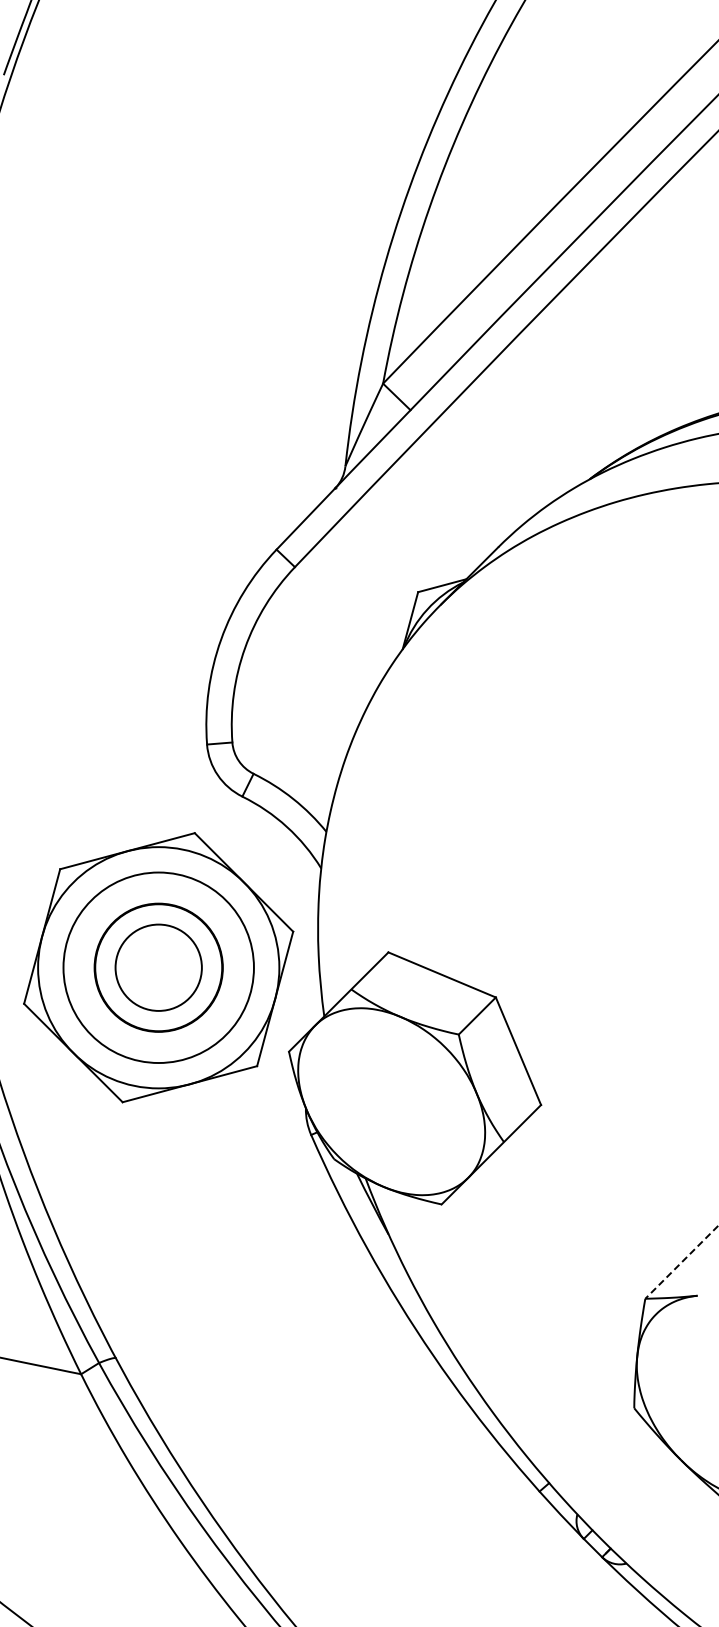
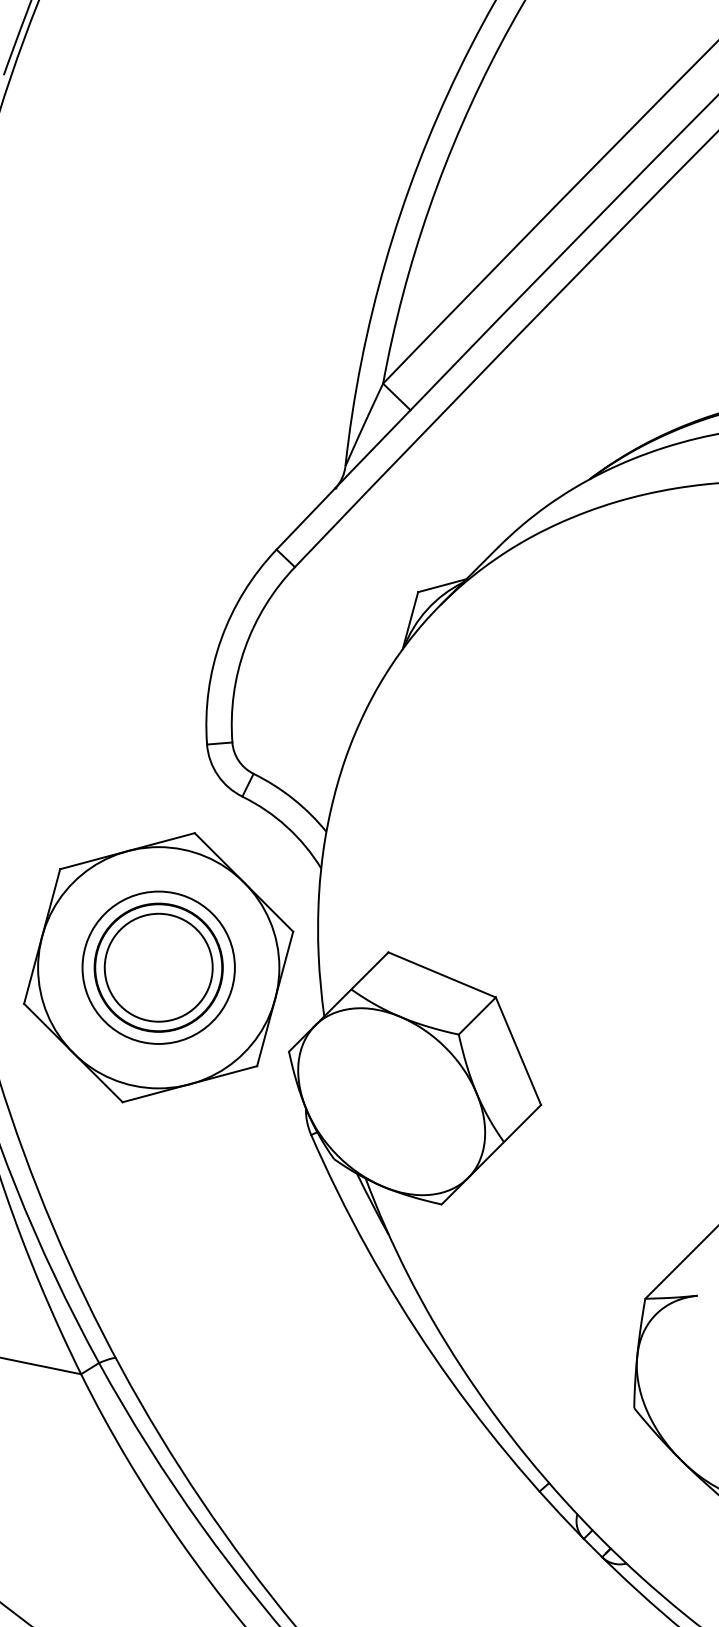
circle at (158, 967) diameter: 190 px -> 152 px
circle at (158, 967) diameter: 86 px -> 108 px
line at (681, 1262): dashed -> solid
